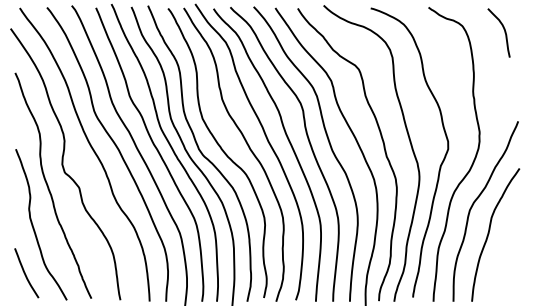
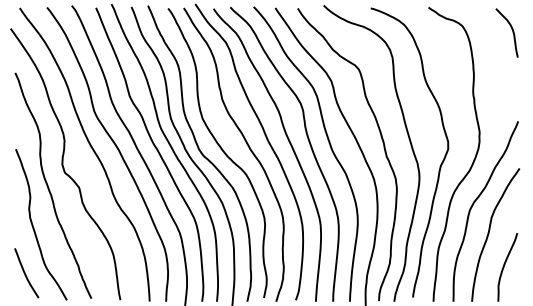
curve at (503, 29) position: (503, 29) -> (511, 29)
curve at (505, 265): none -> present
